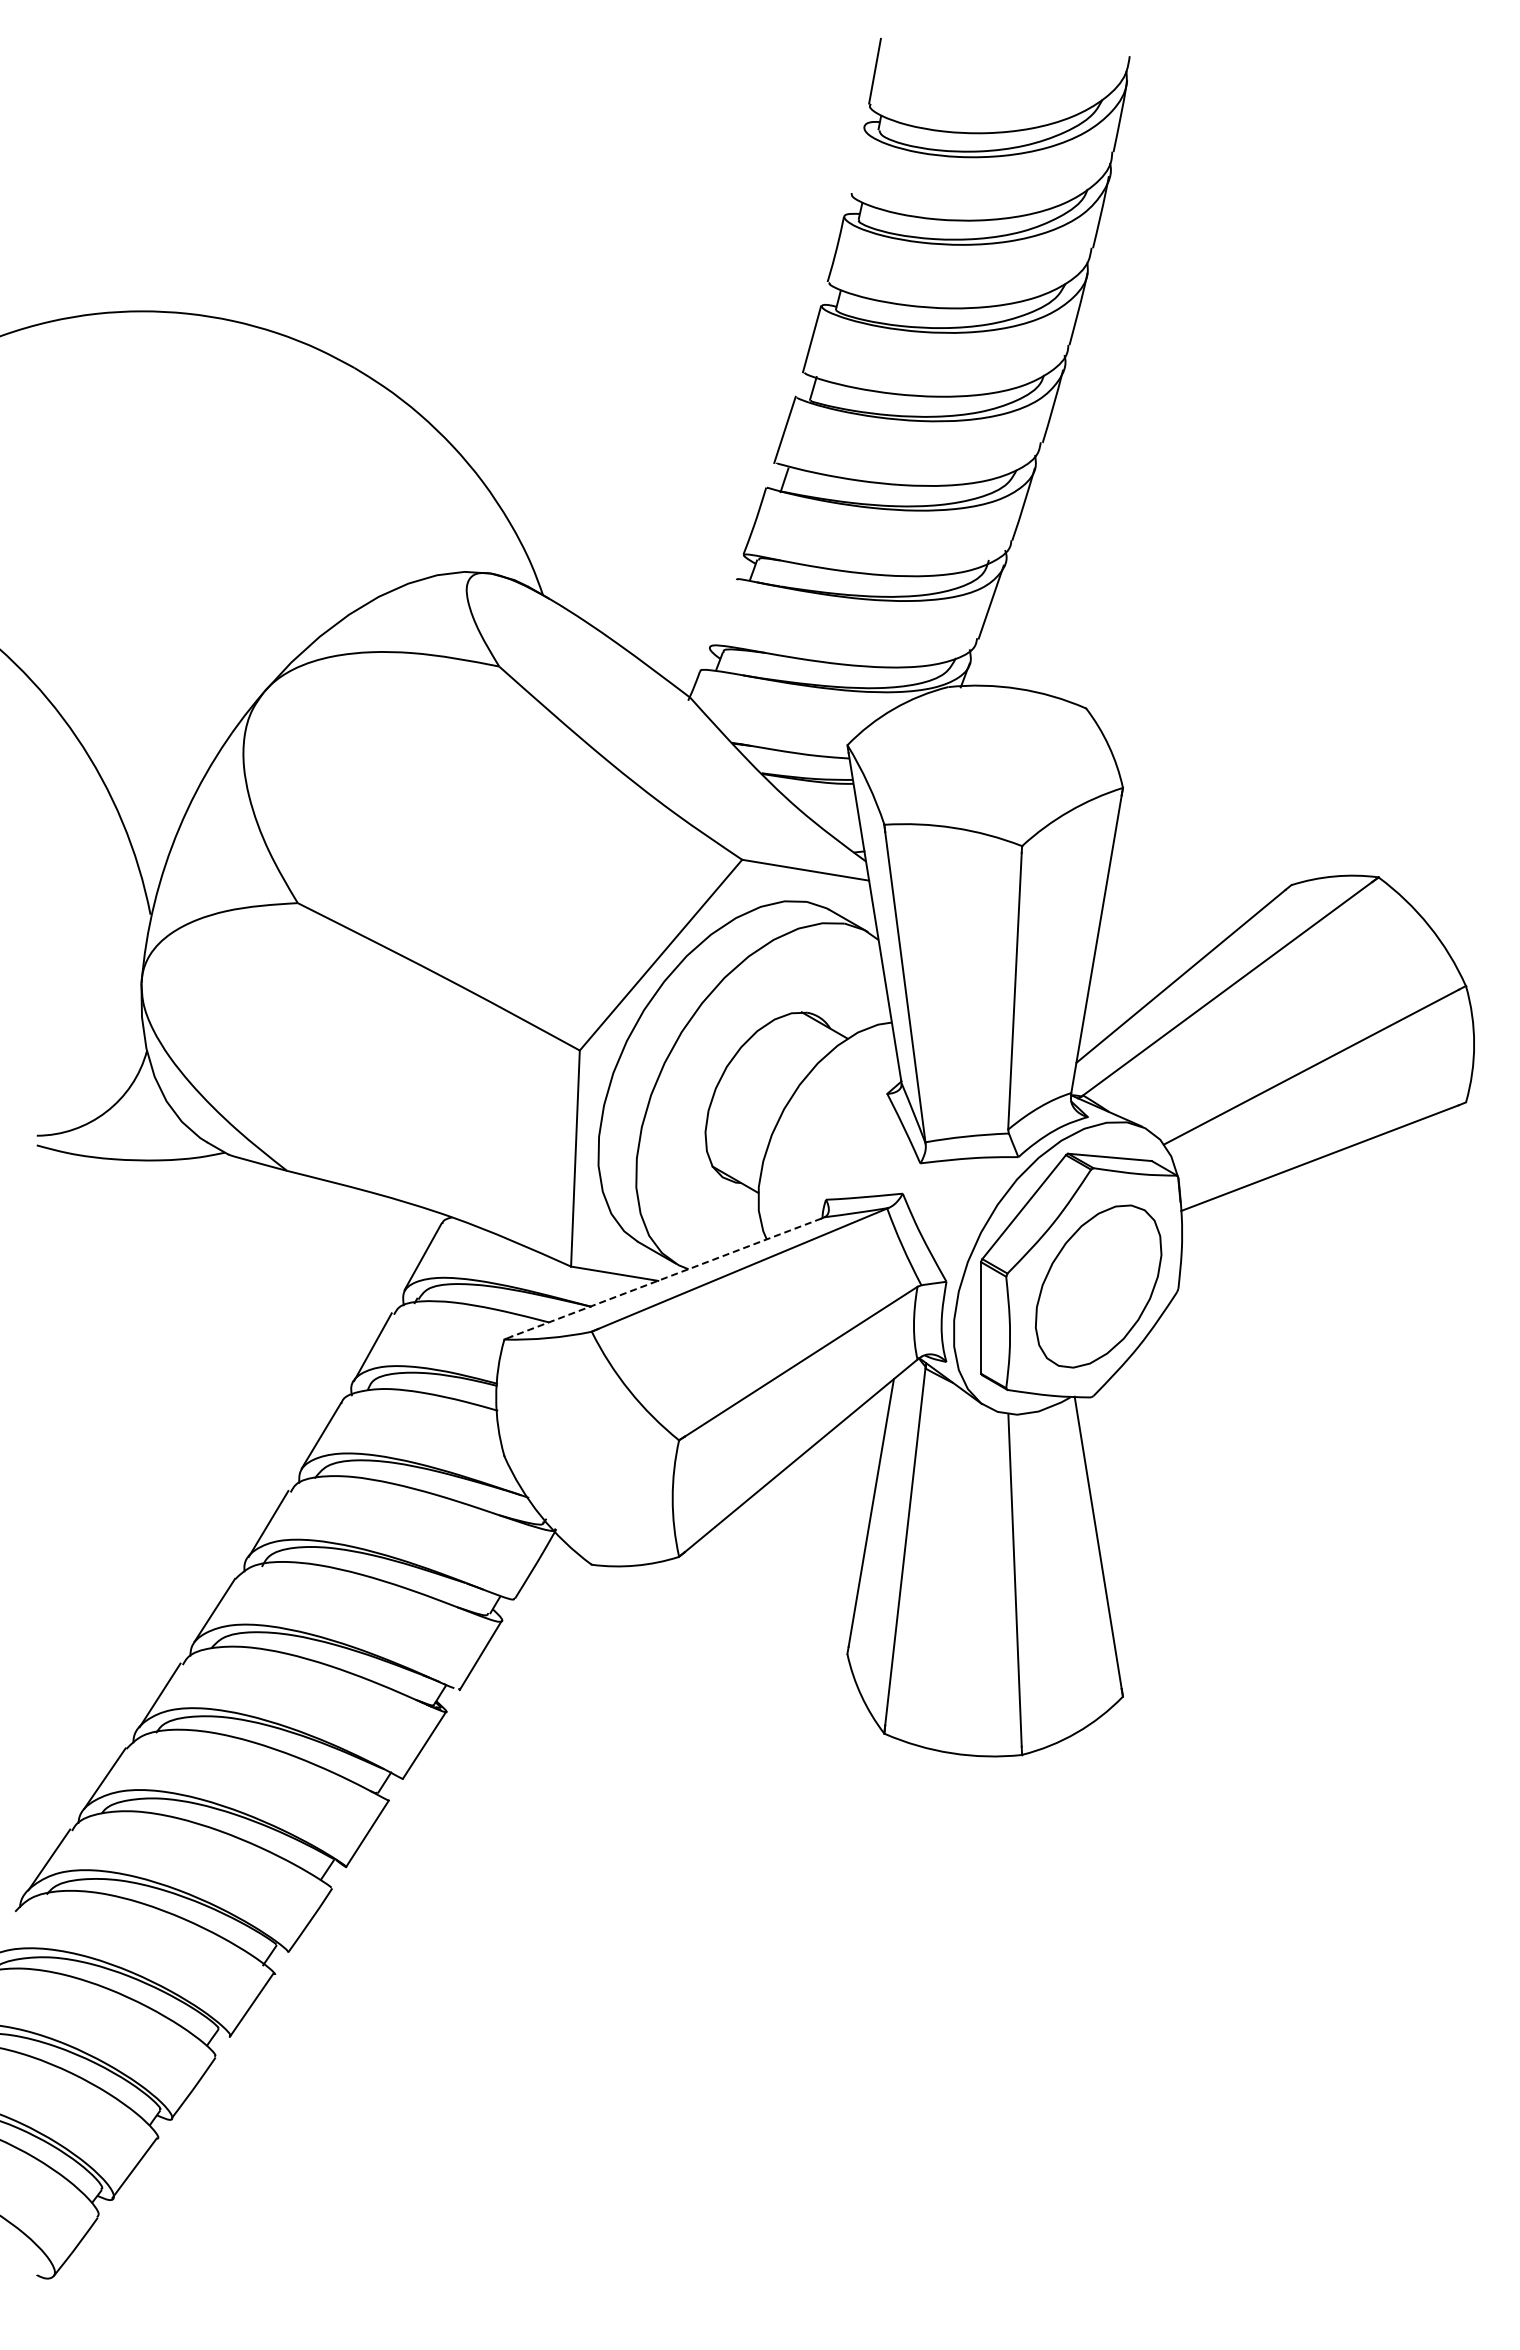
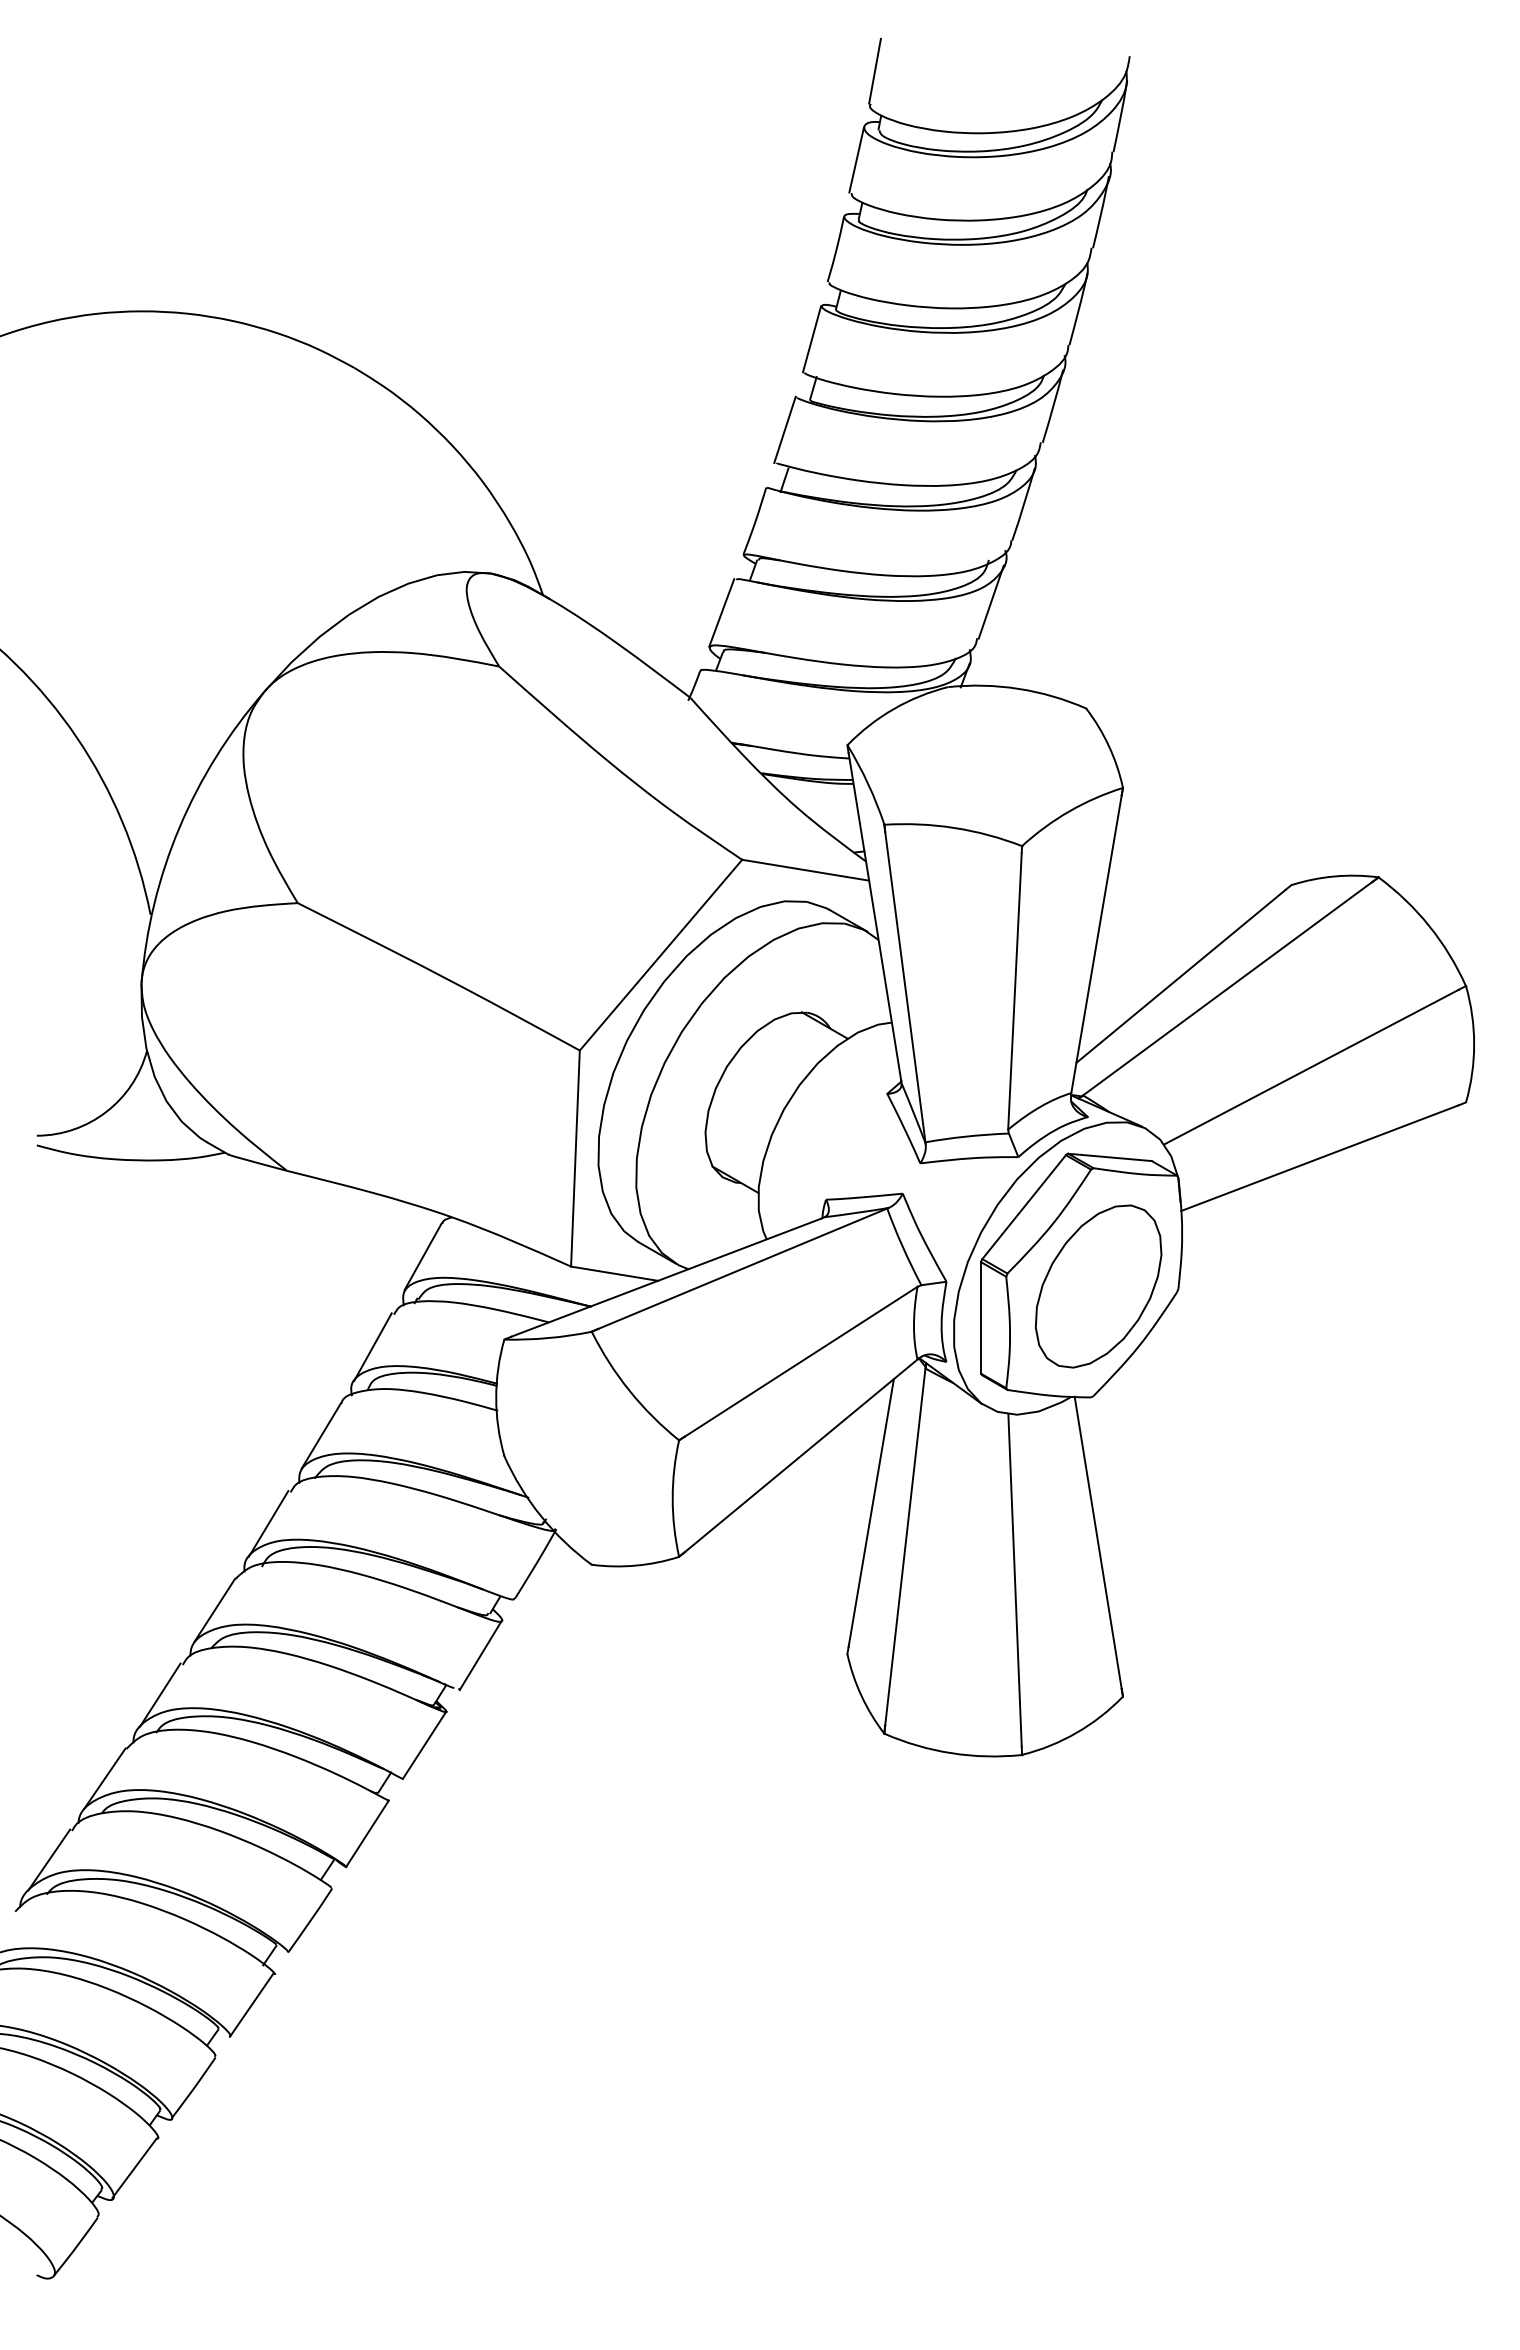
line at (856, 159): none -> present
line at (721, 612): none -> present
line at (666, 1277): dashed -> solid
